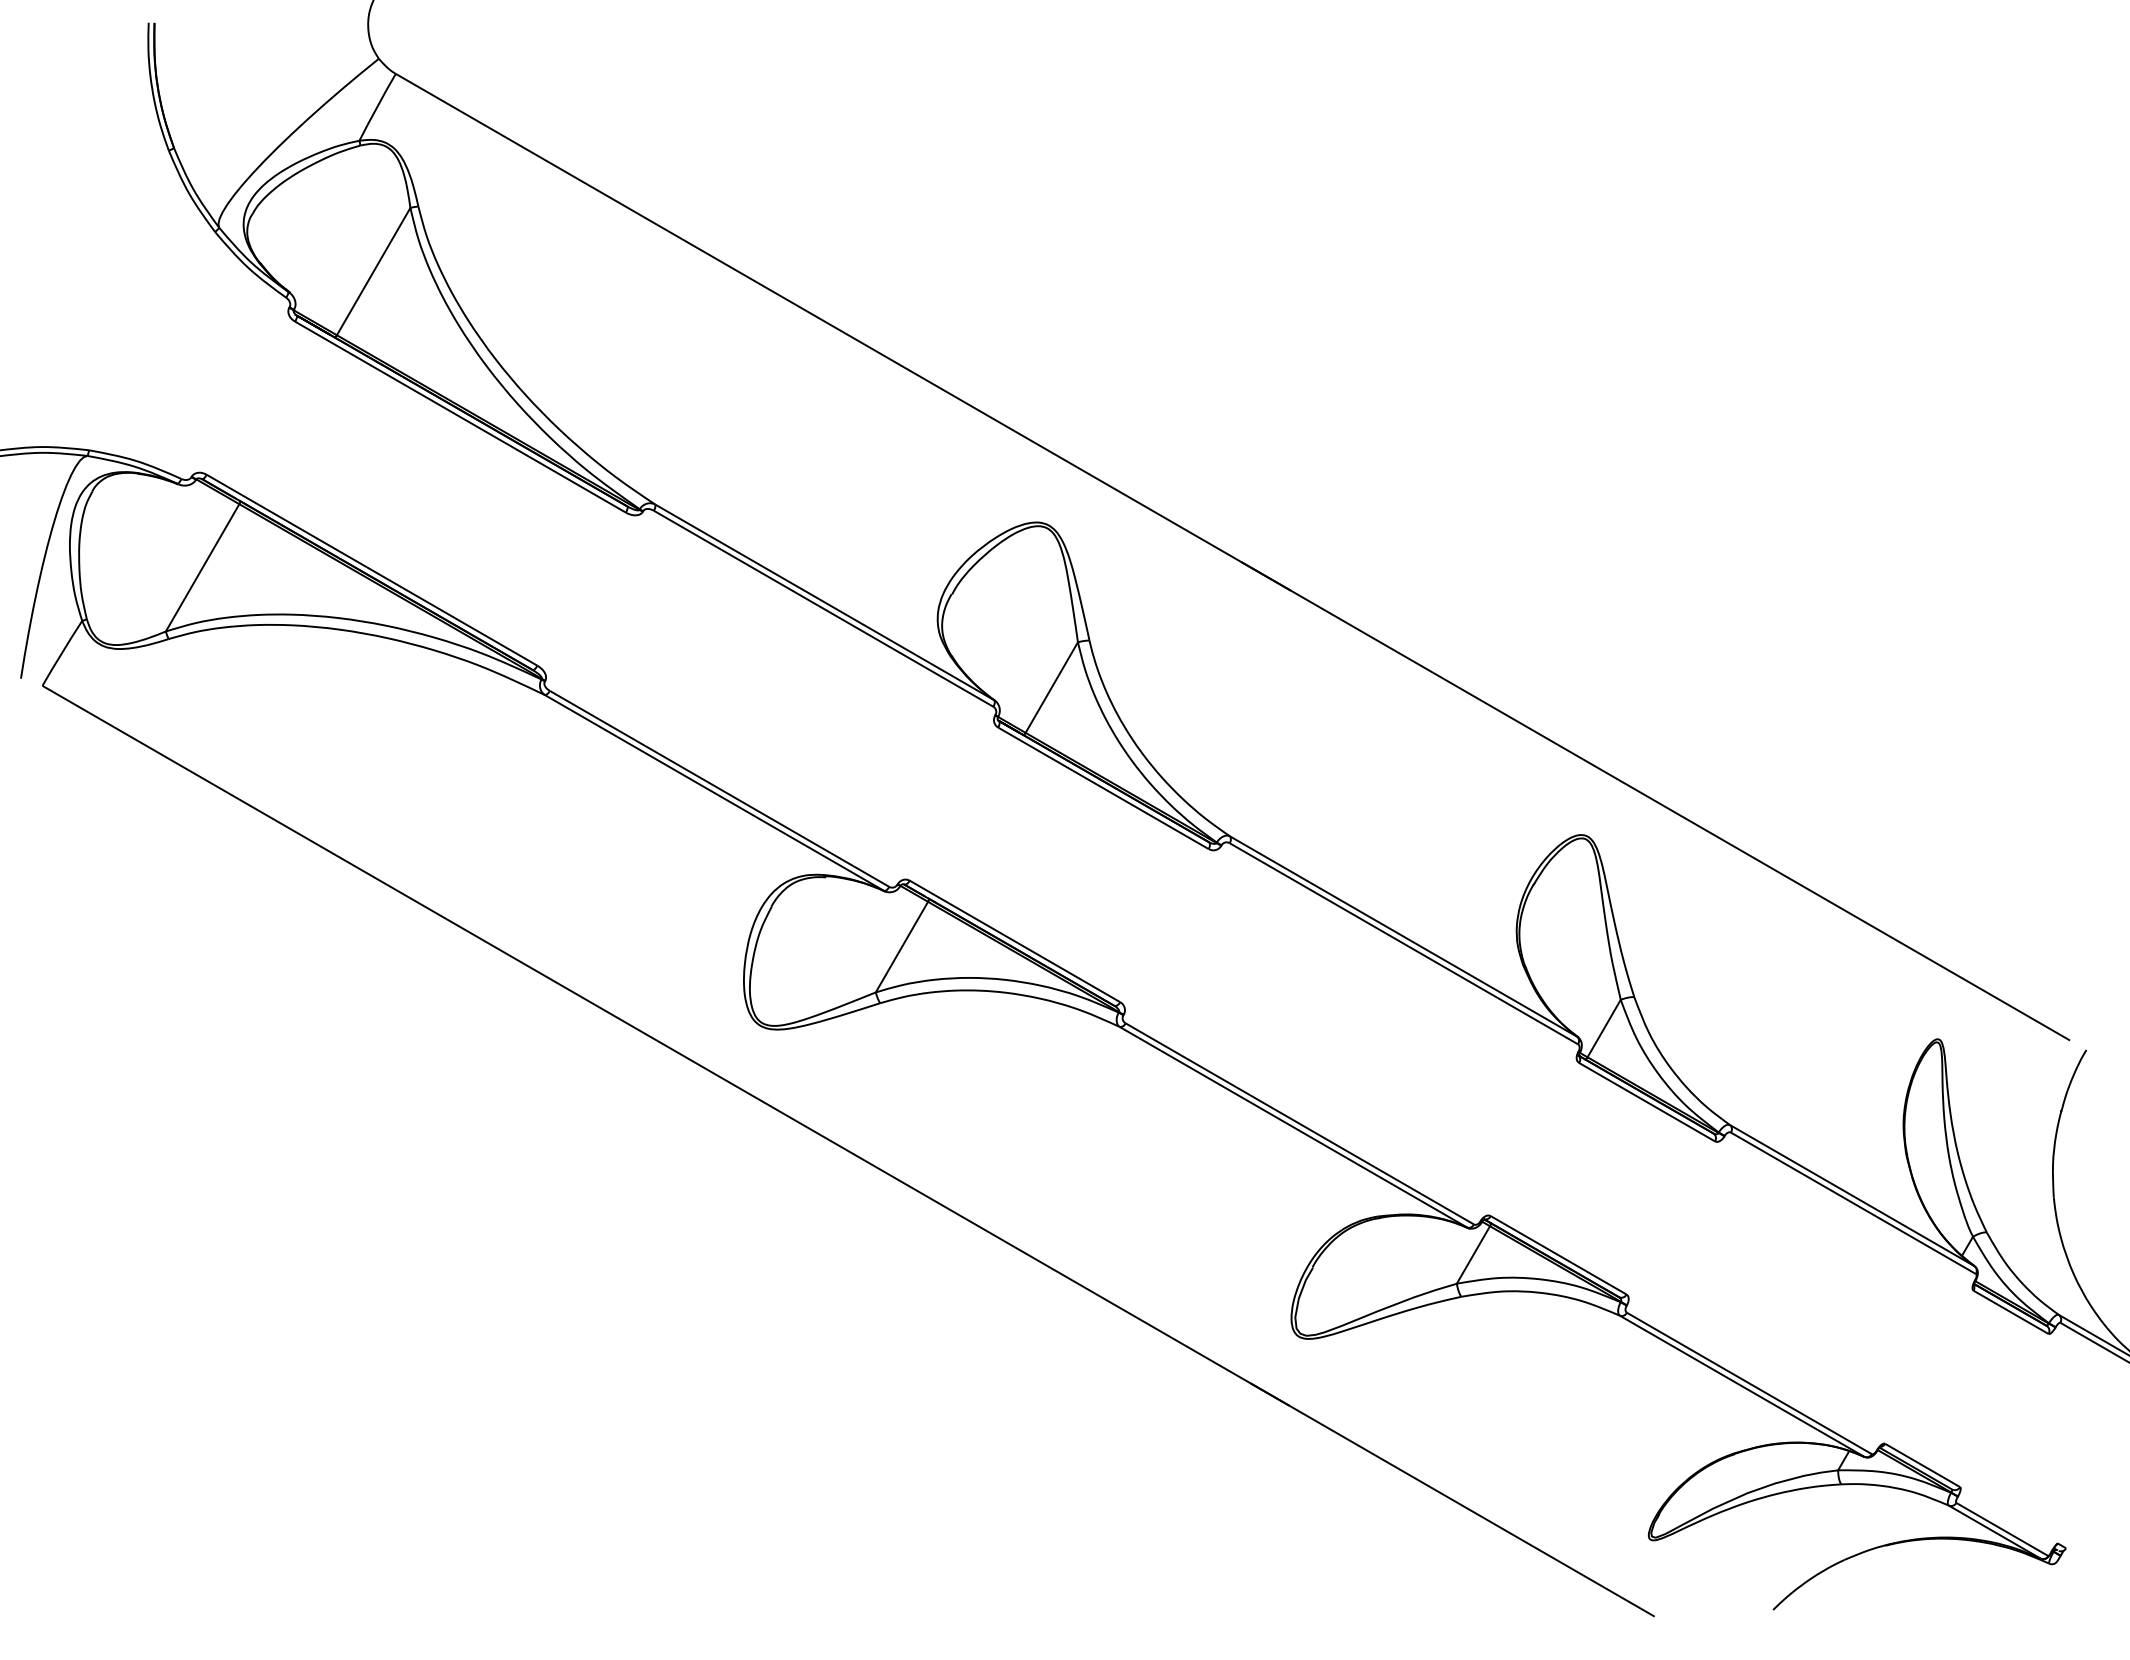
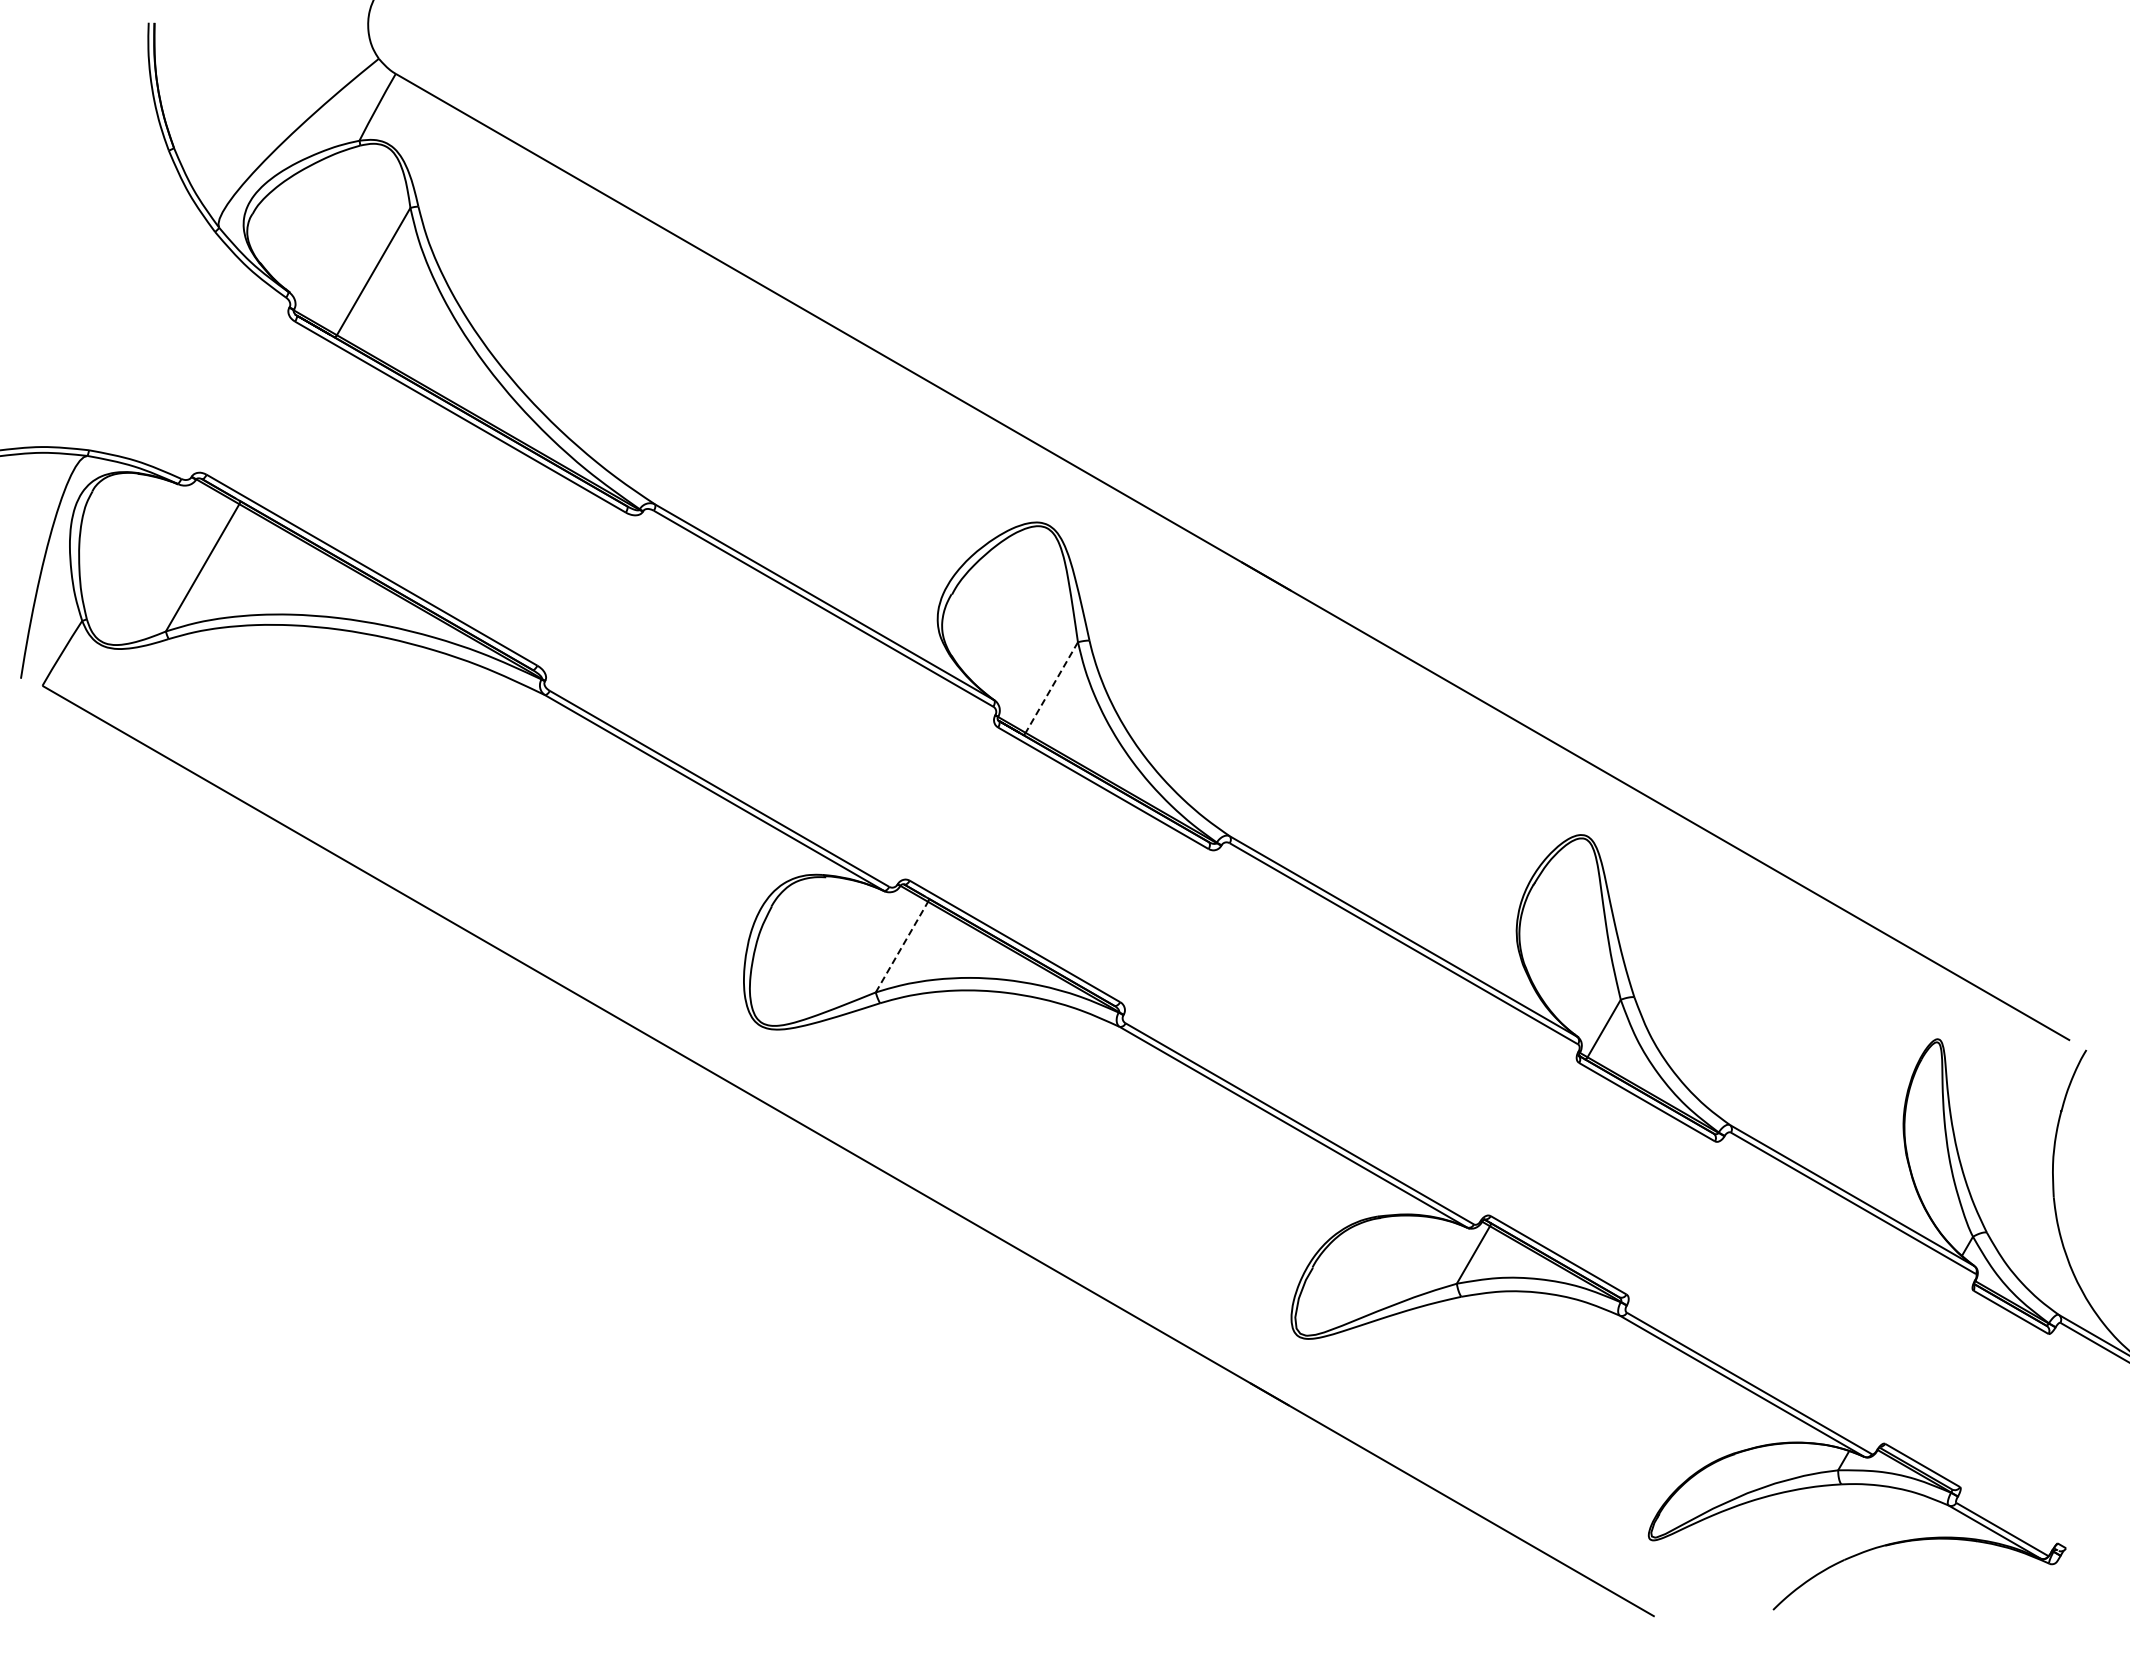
line at (1051, 687): solid -> dashed
line at (902, 946): solid -> dashed
